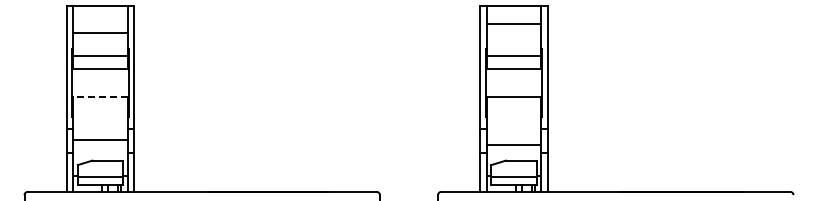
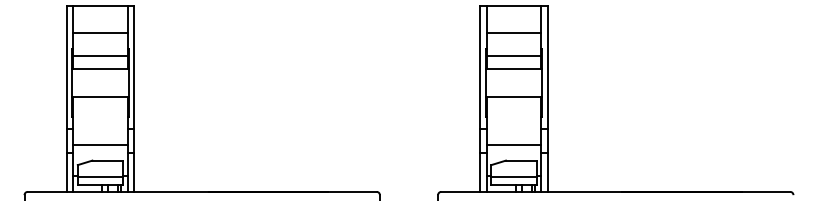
line at (513, 23) position: (513, 23) -> (513, 32)
line at (99, 97): dashed -> solid
line at (100, 140) position: (100, 140) -> (100, 145)
